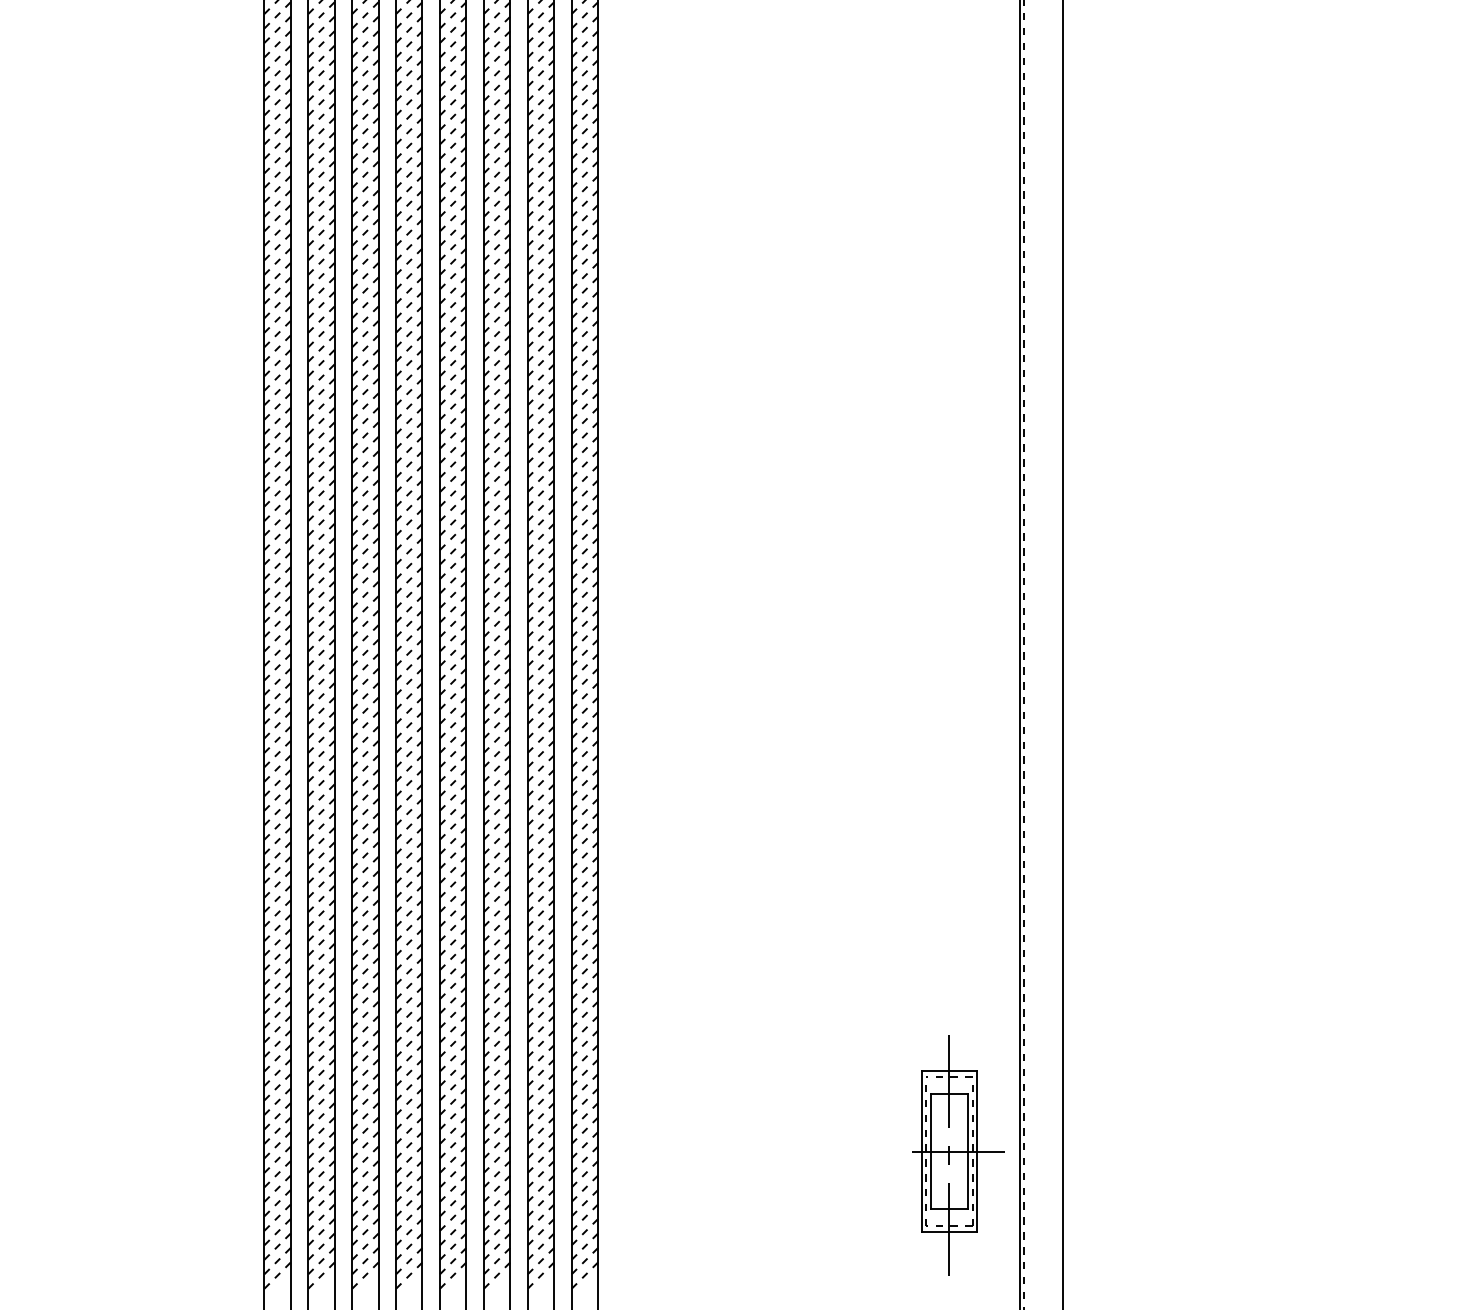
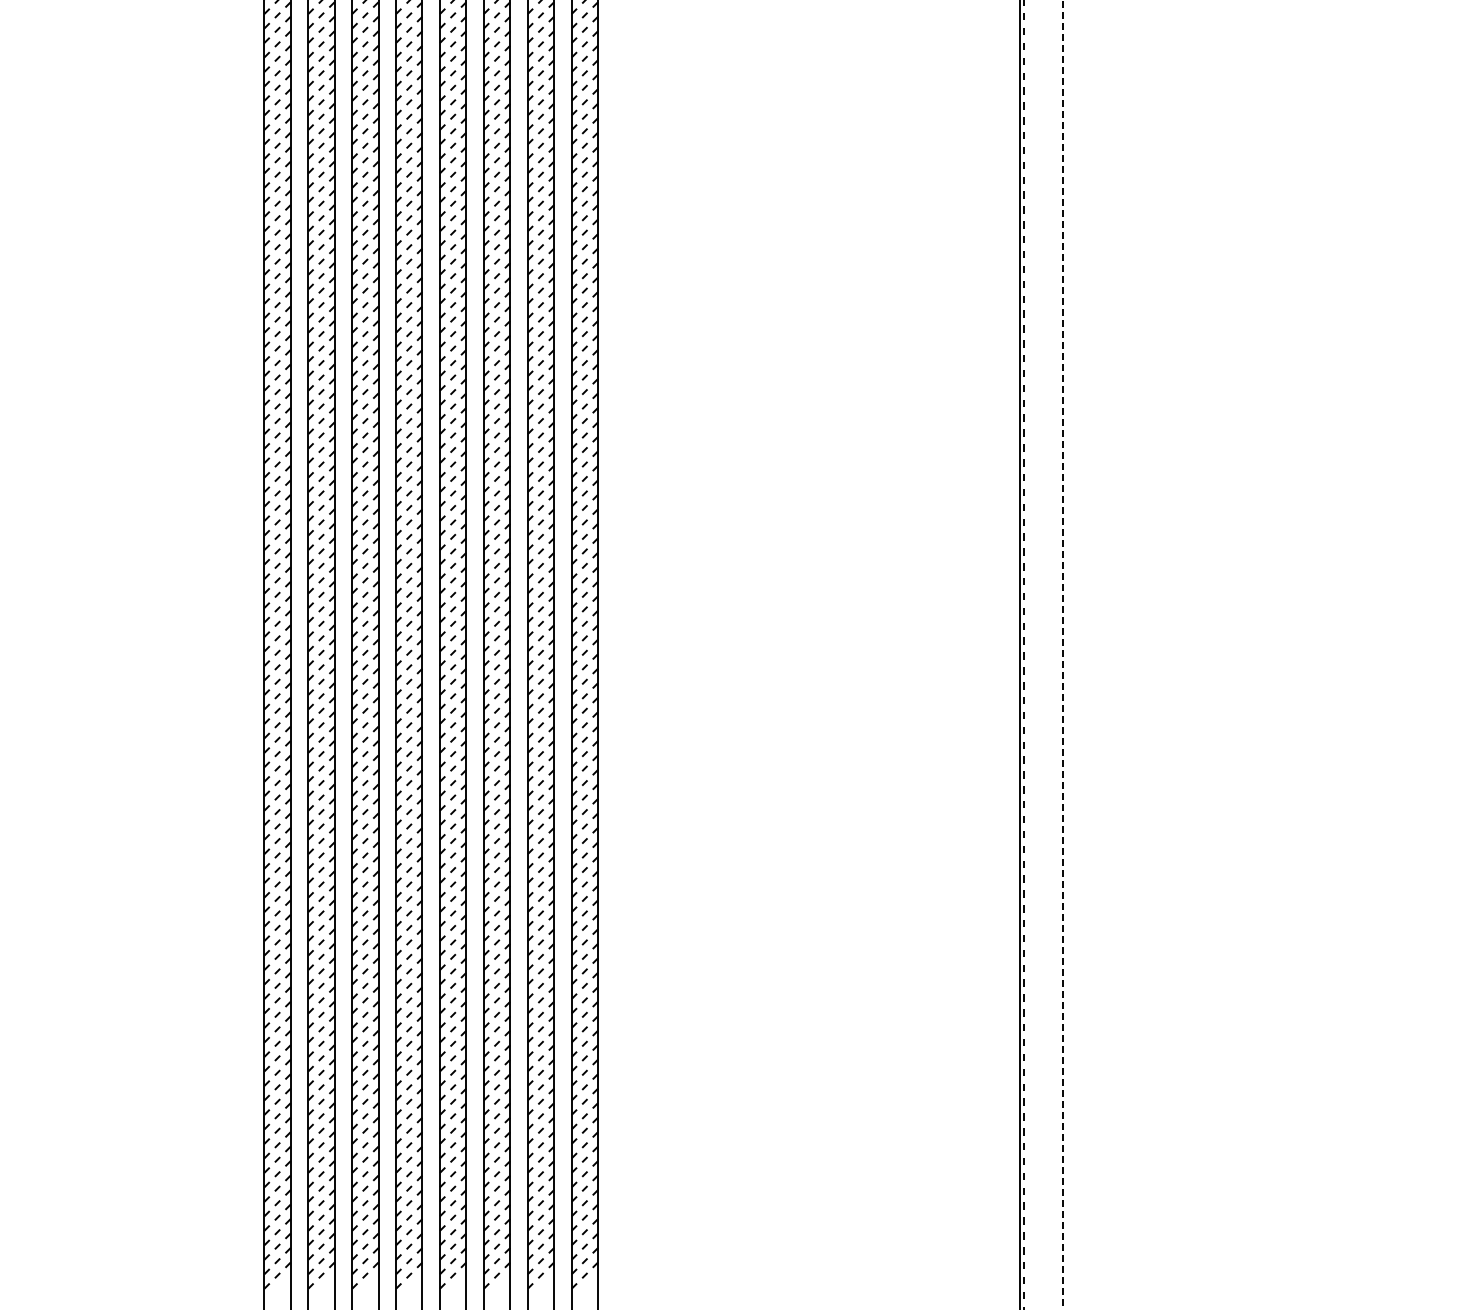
line at (1063, 654): solid -> dashed
part at (958, 1155): present -> none
